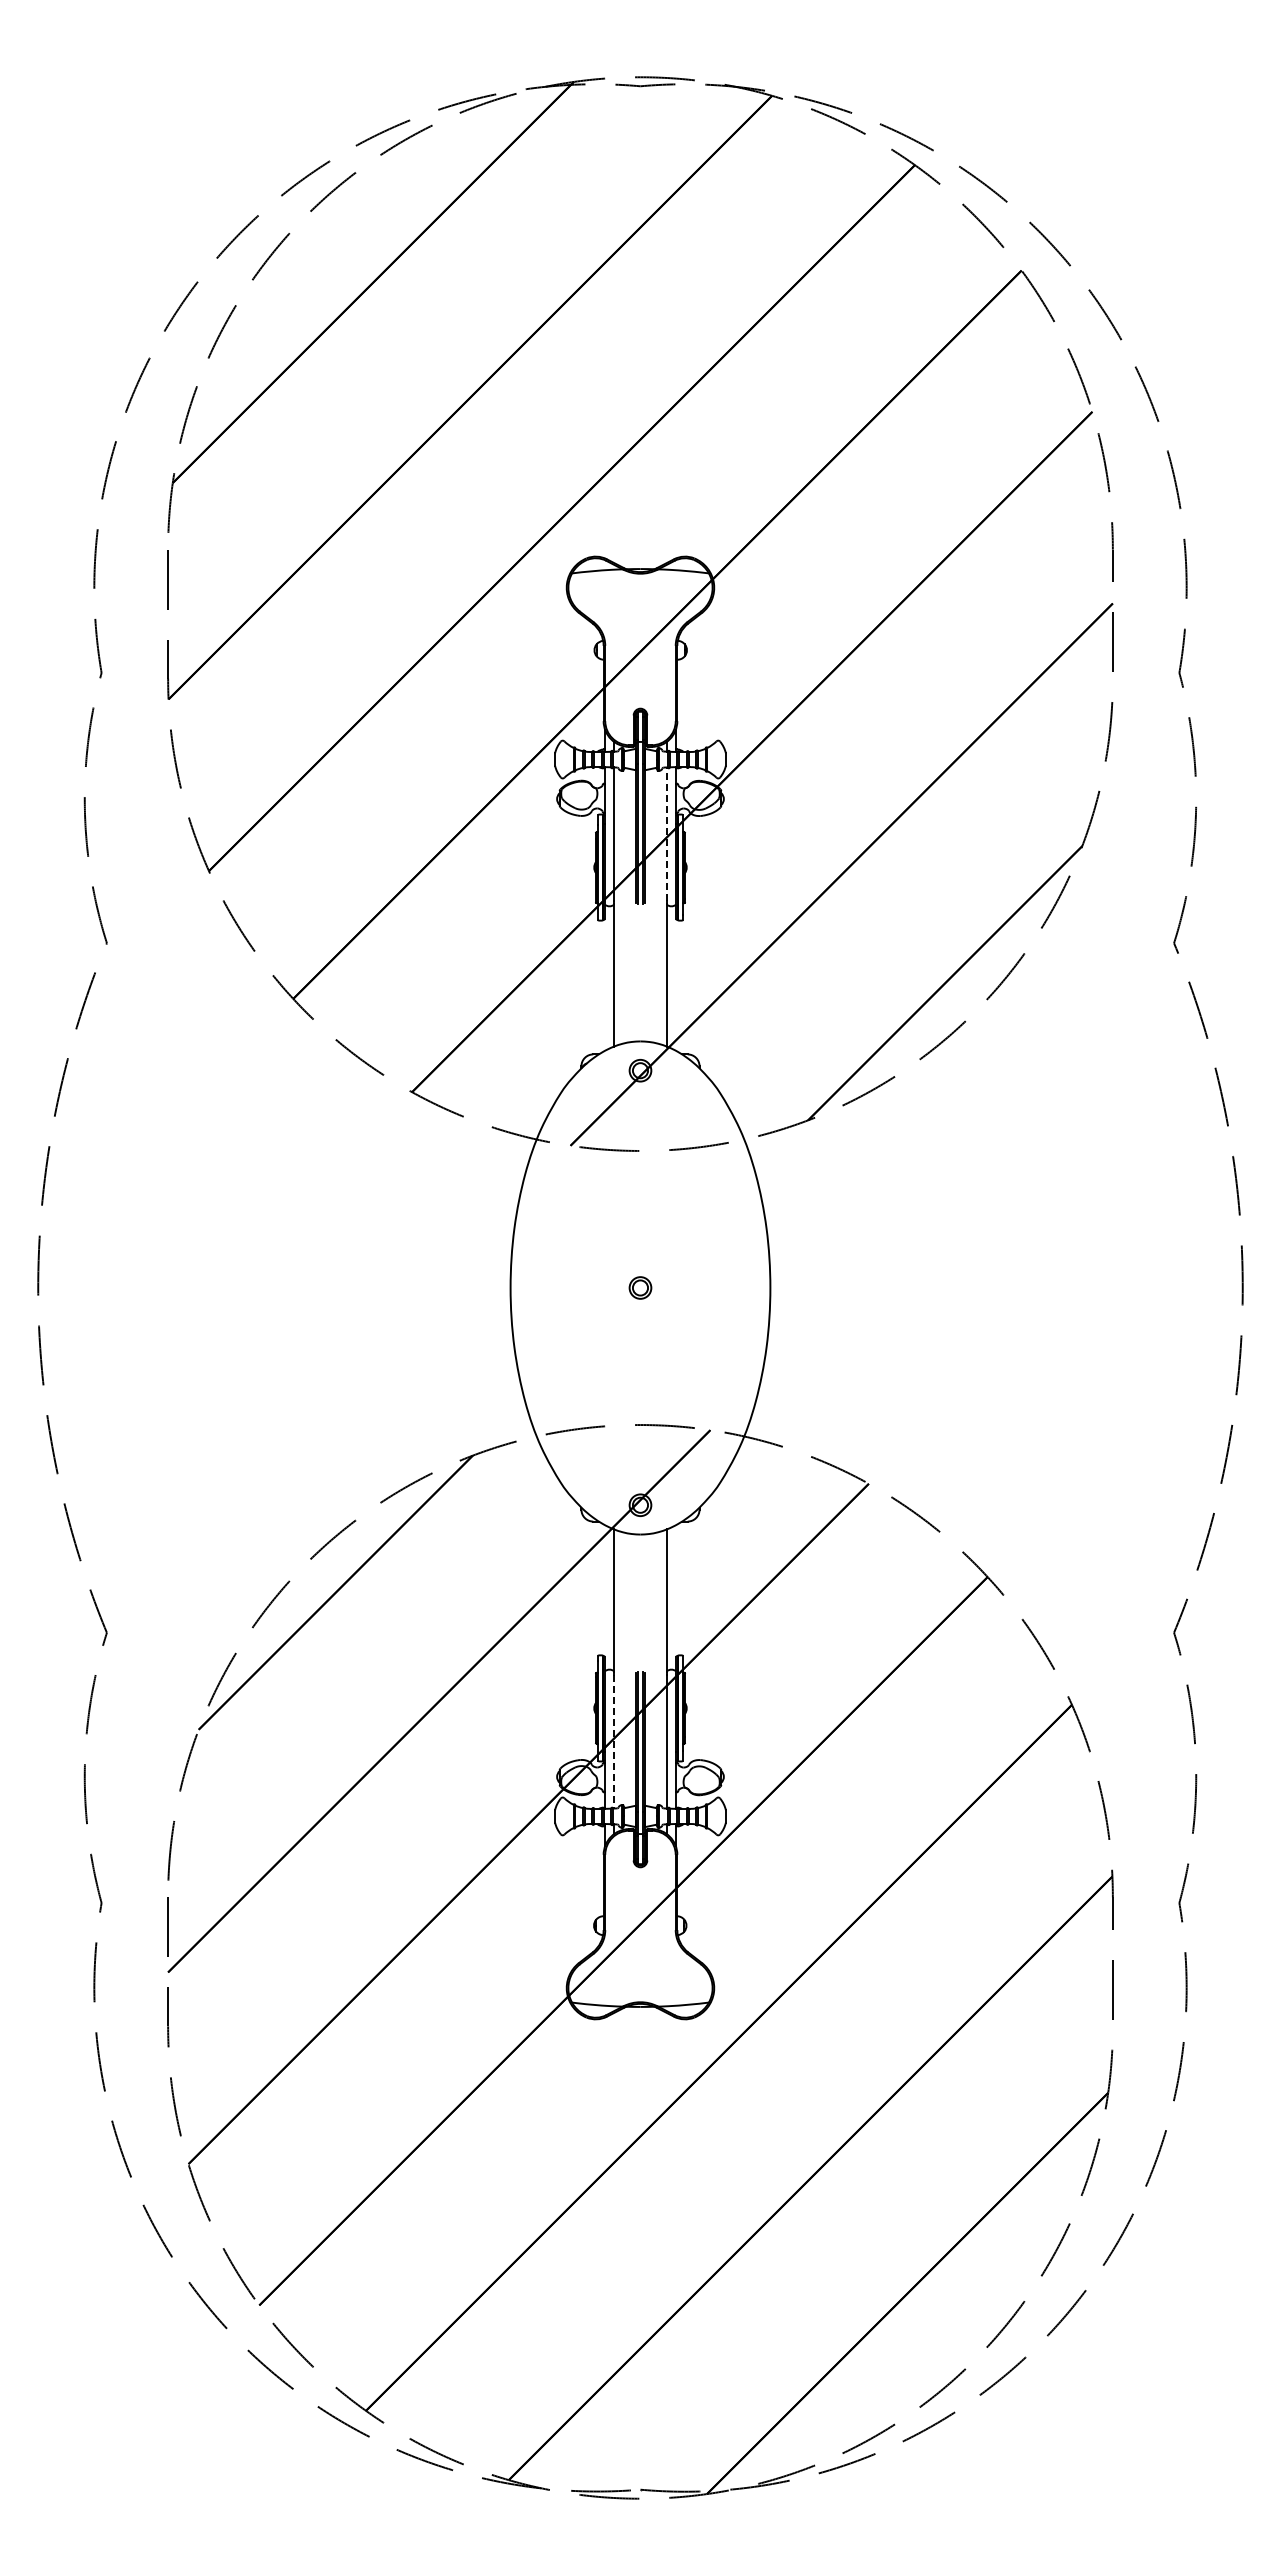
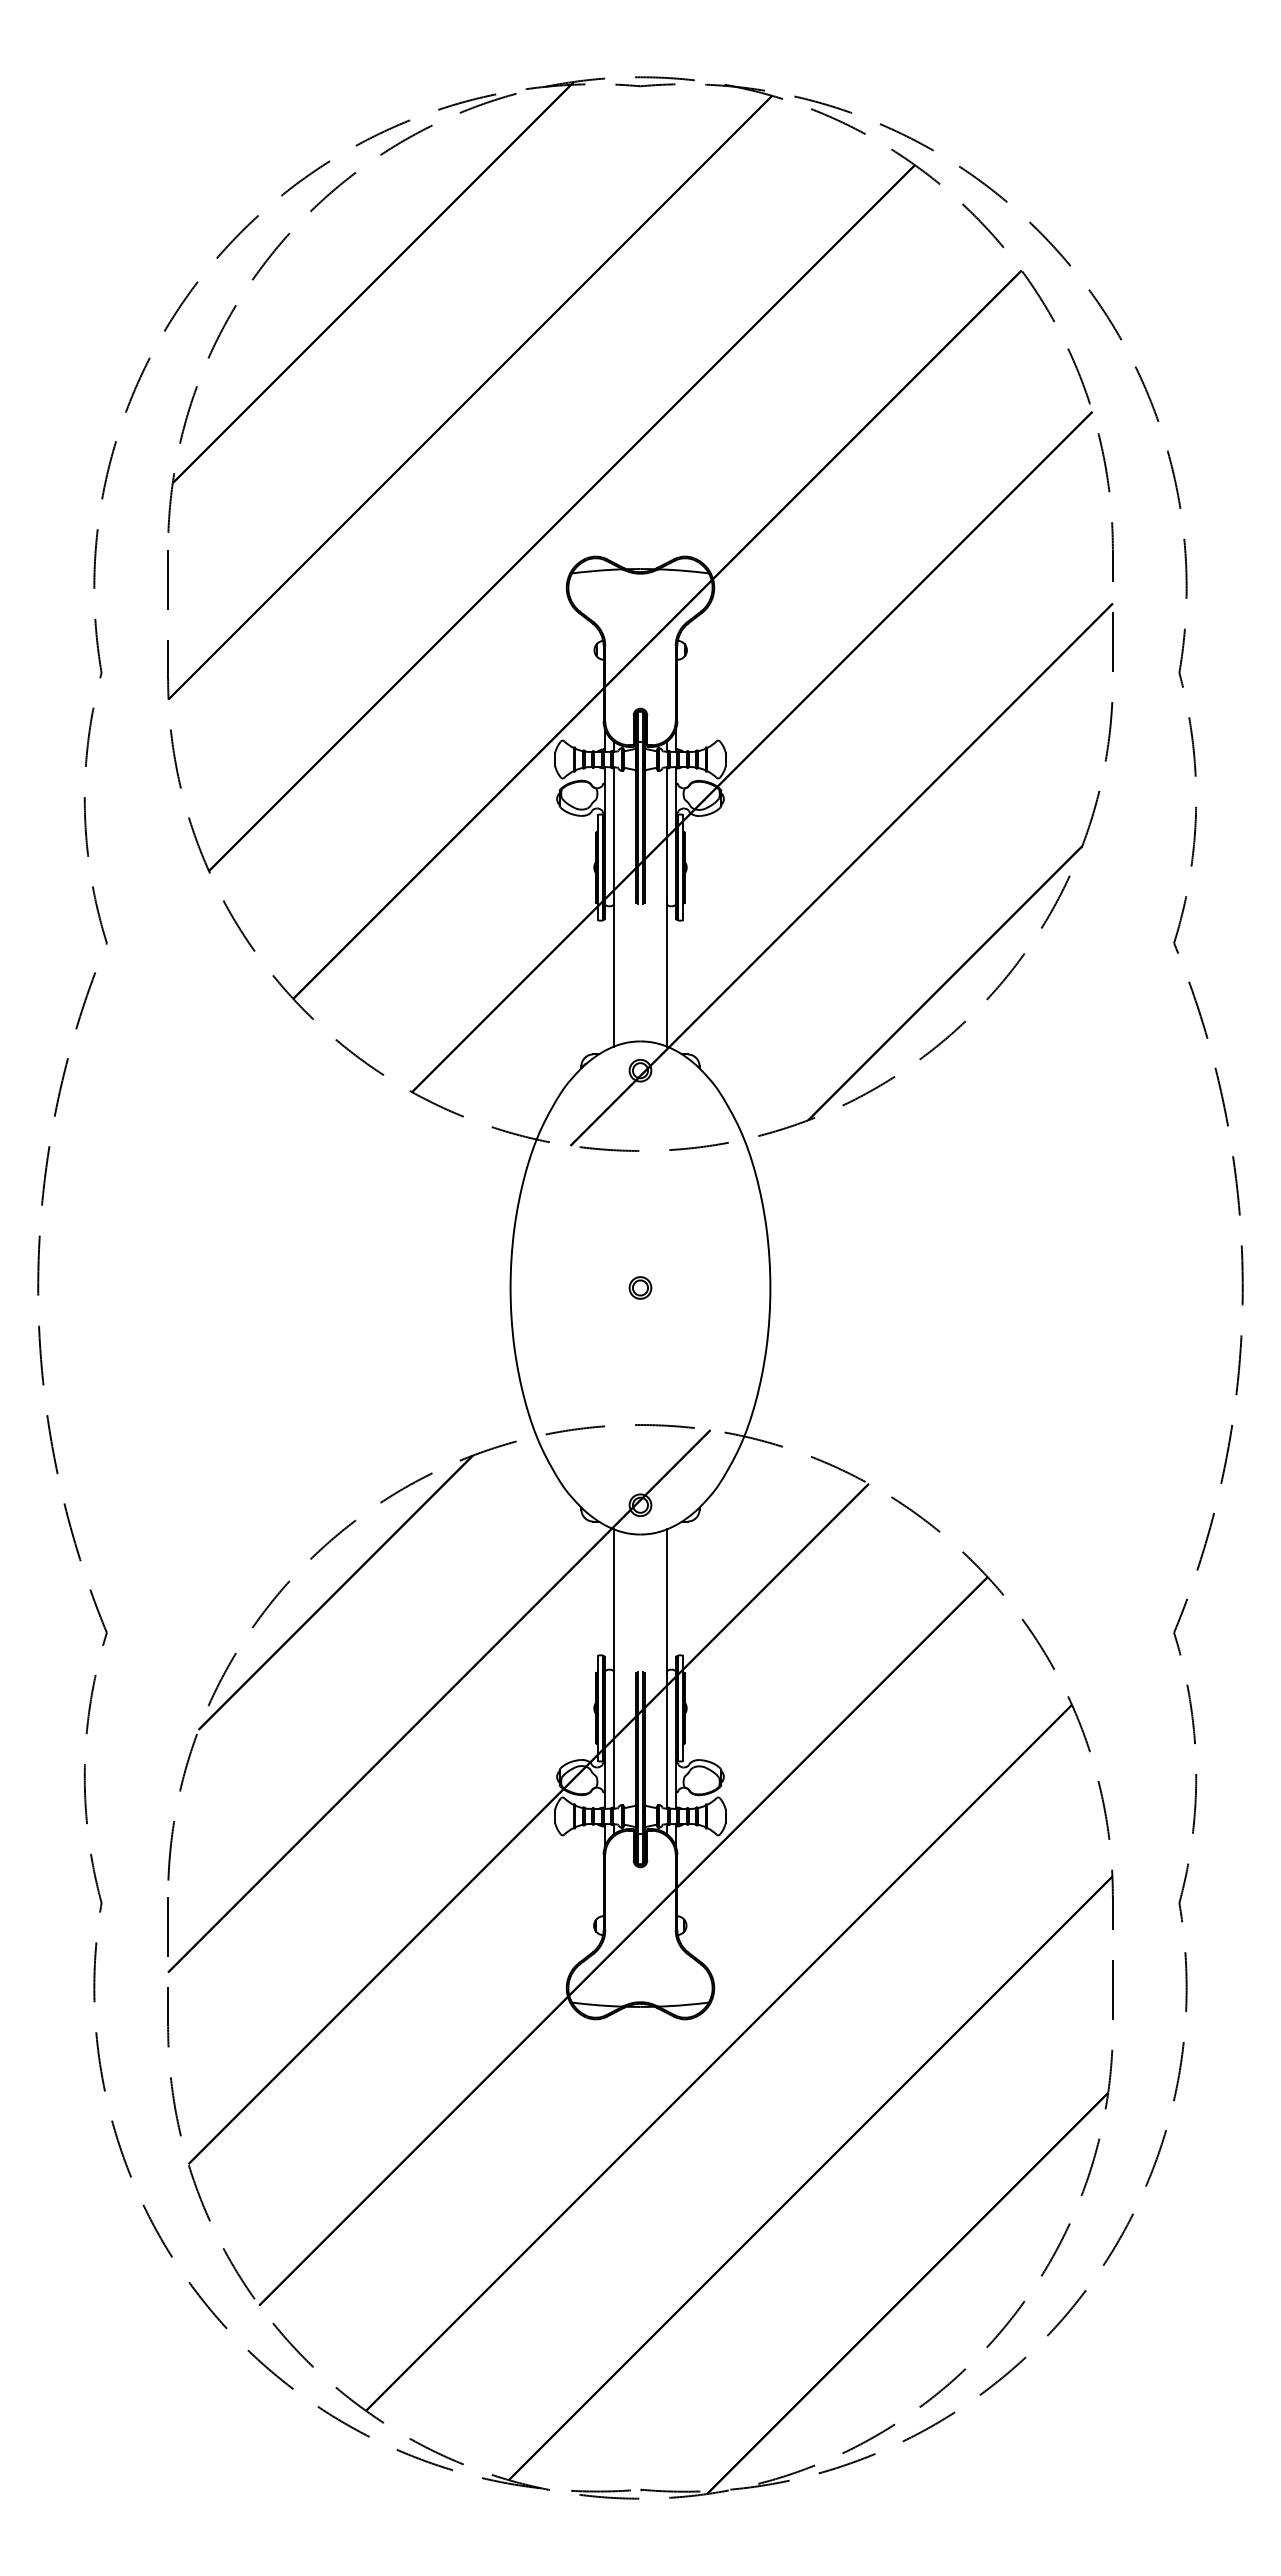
line at (666, 834): dashed -> solid
line at (614, 1741): dashed -> solid
